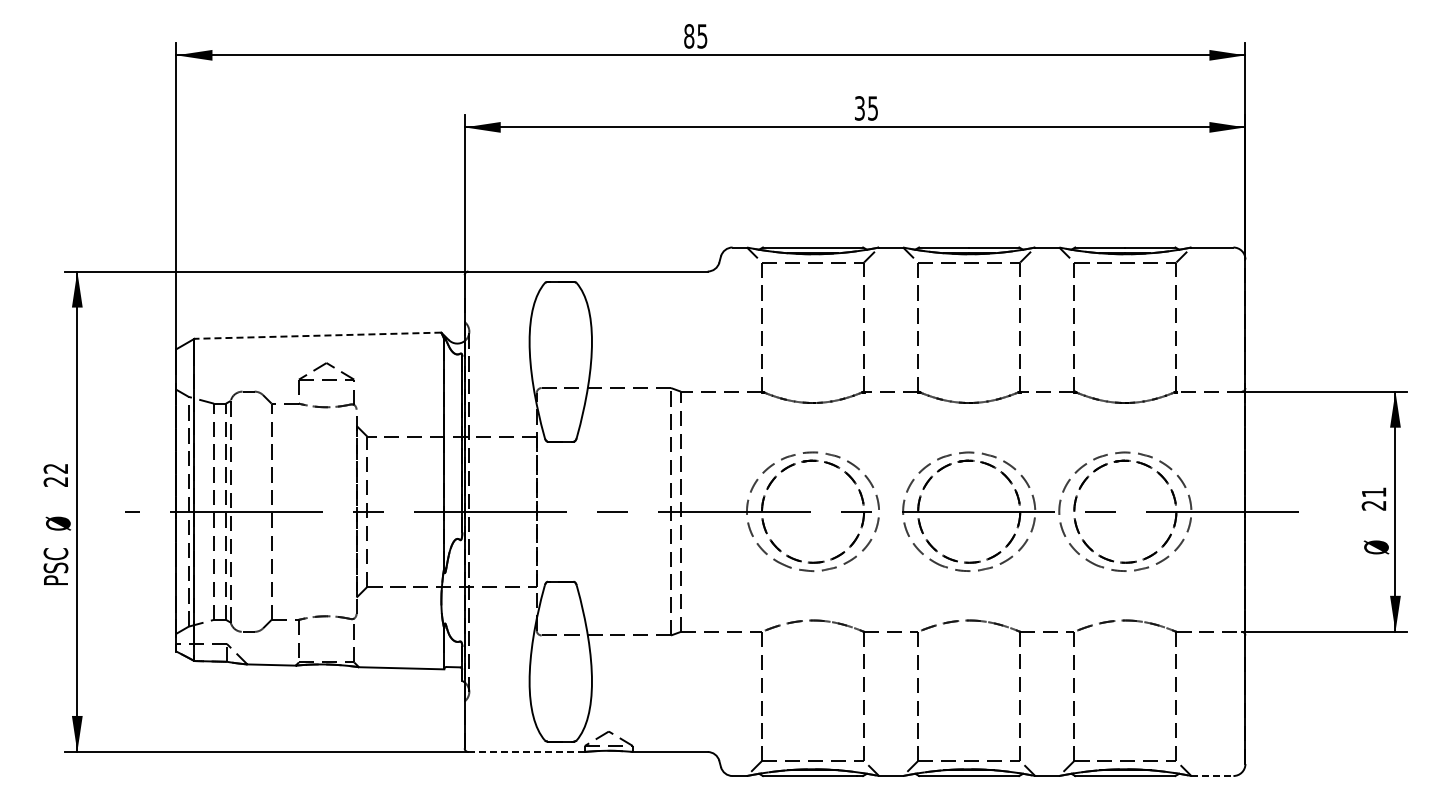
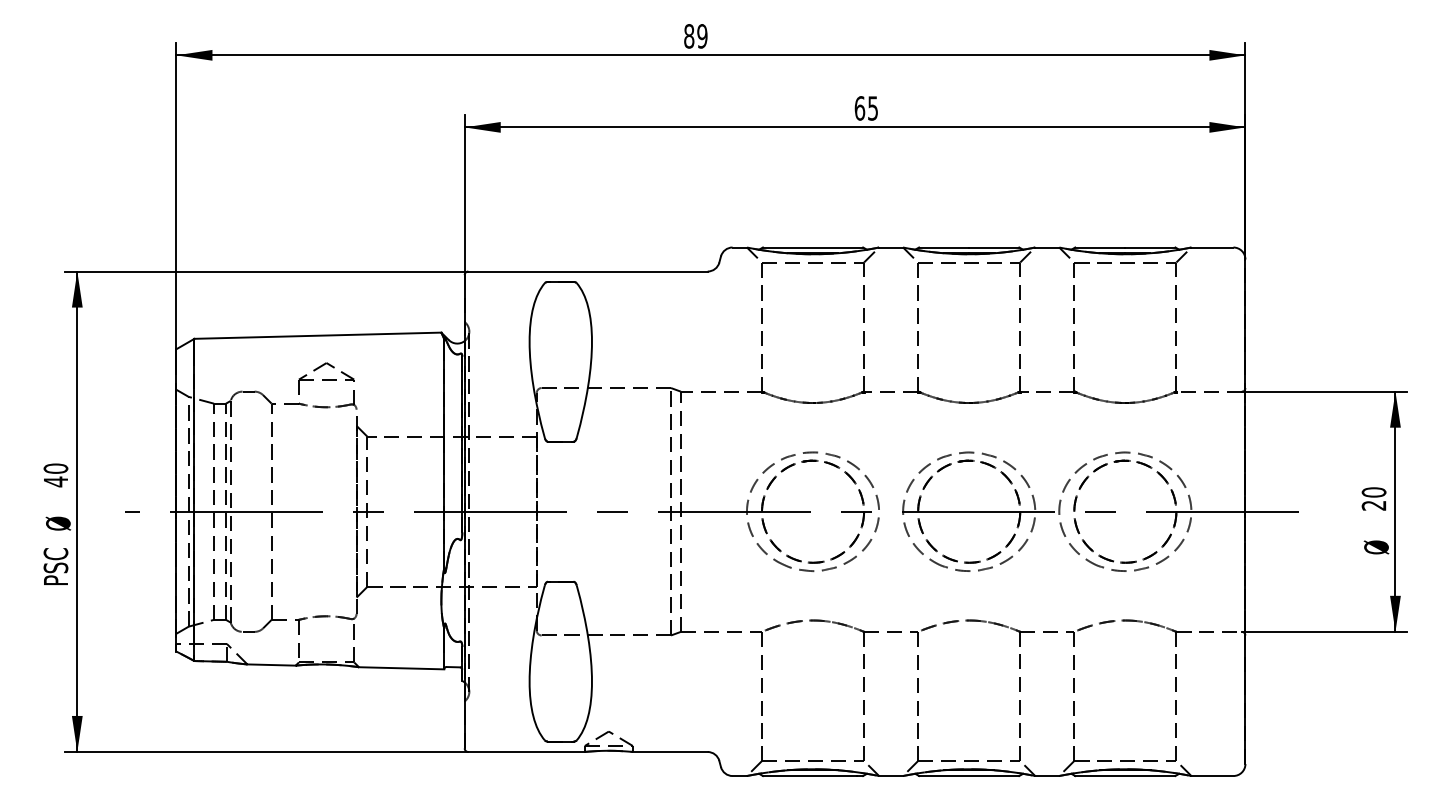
text at (702, 36): 85 -> 89
text at (859, 108): 35 -> 65
line at (317, 335): dashed -> solid
text at (55, 475): 22 -> 40
text at (1373, 492): 21 -> 20
line at (527, 752): dashed -> solid
line at (1212, 776): dashed -> solid
